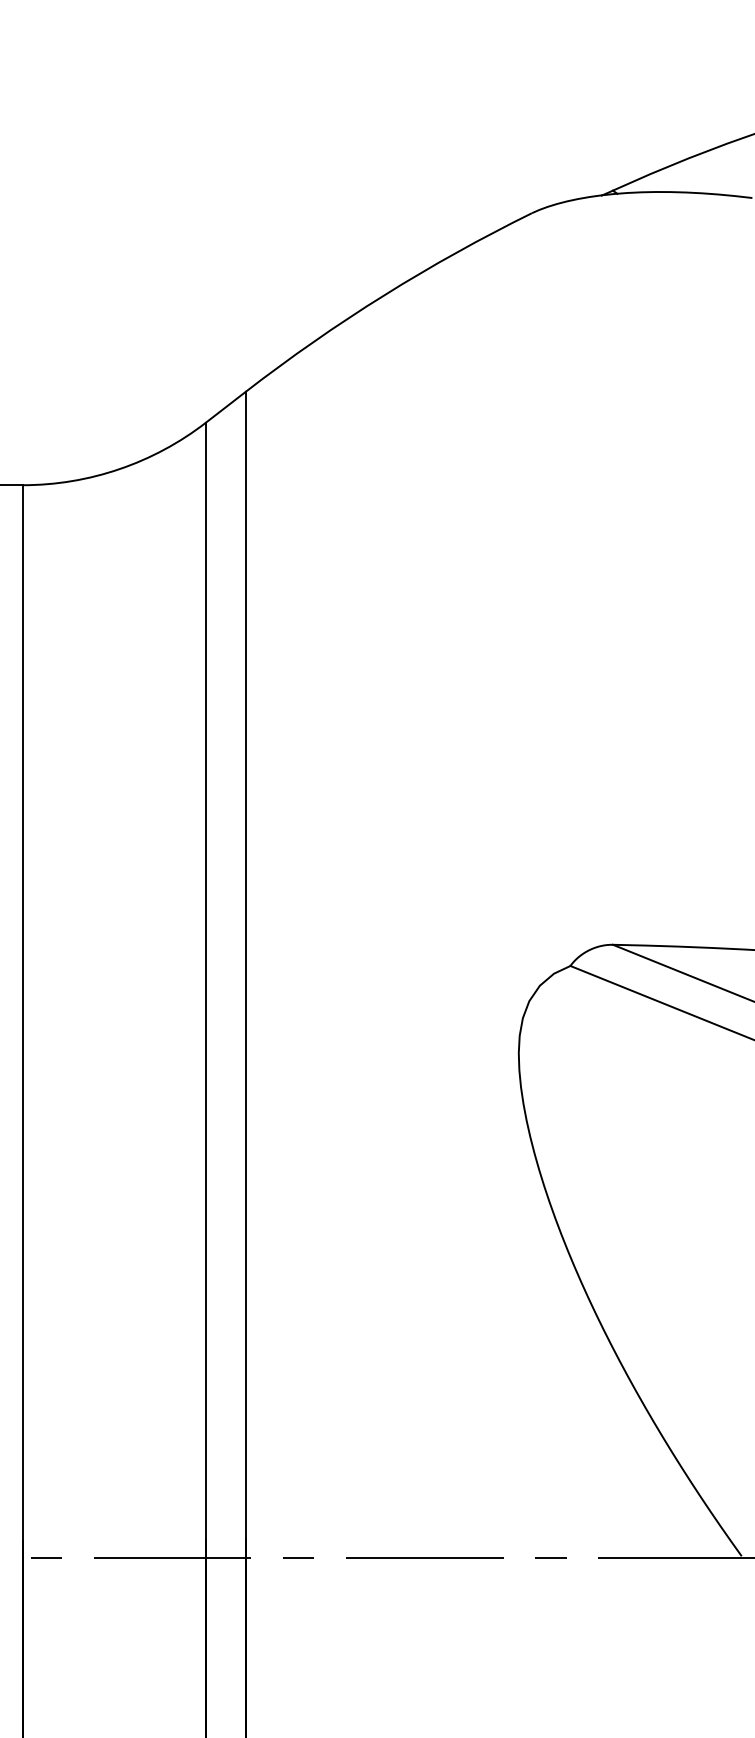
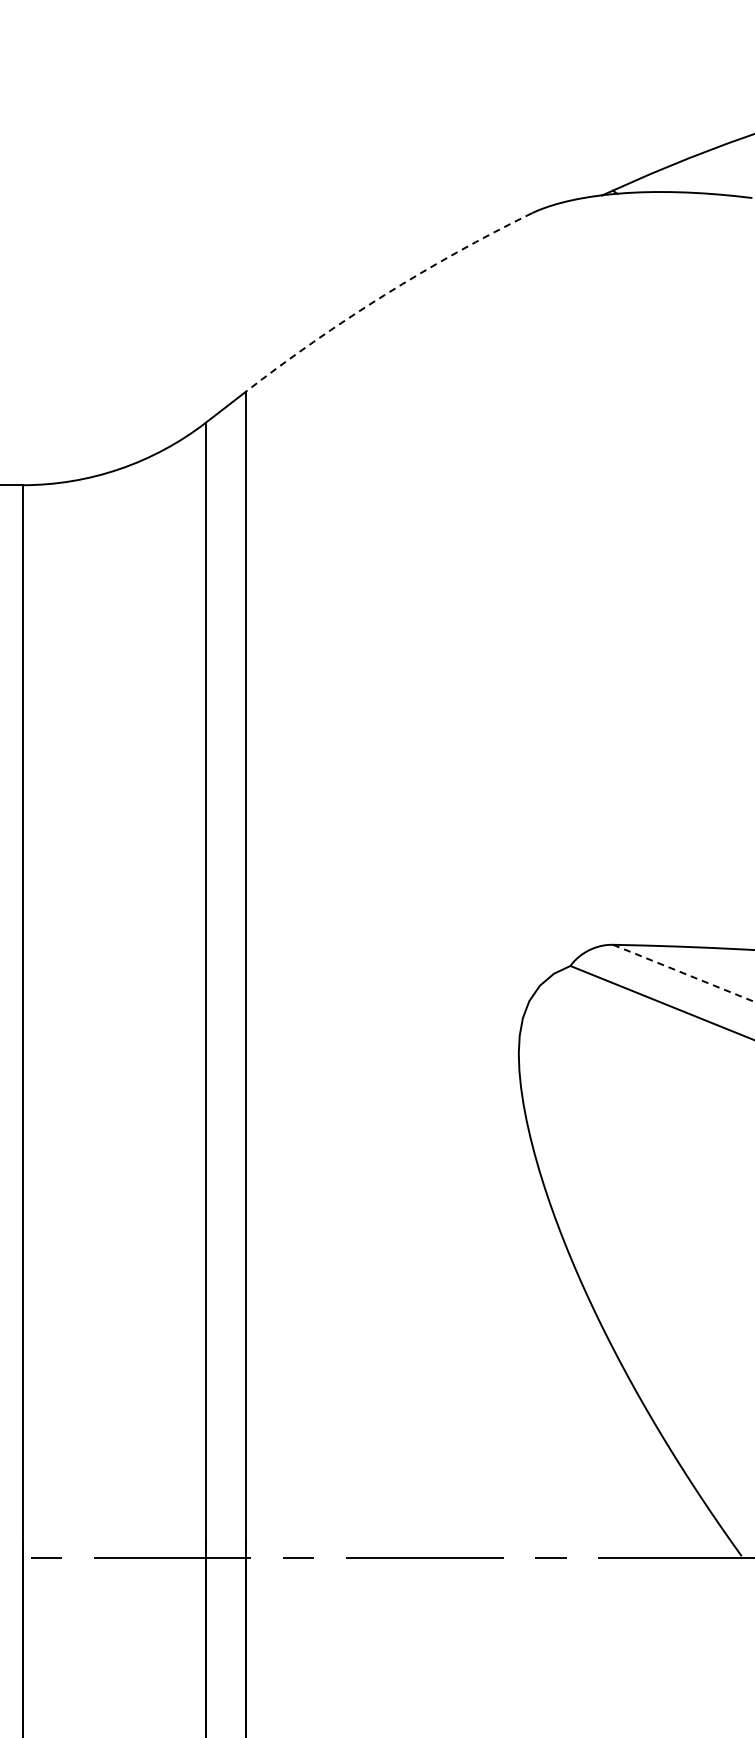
arc at (384, 295): solid -> dashed
line at (684, 973): solid -> dashed
